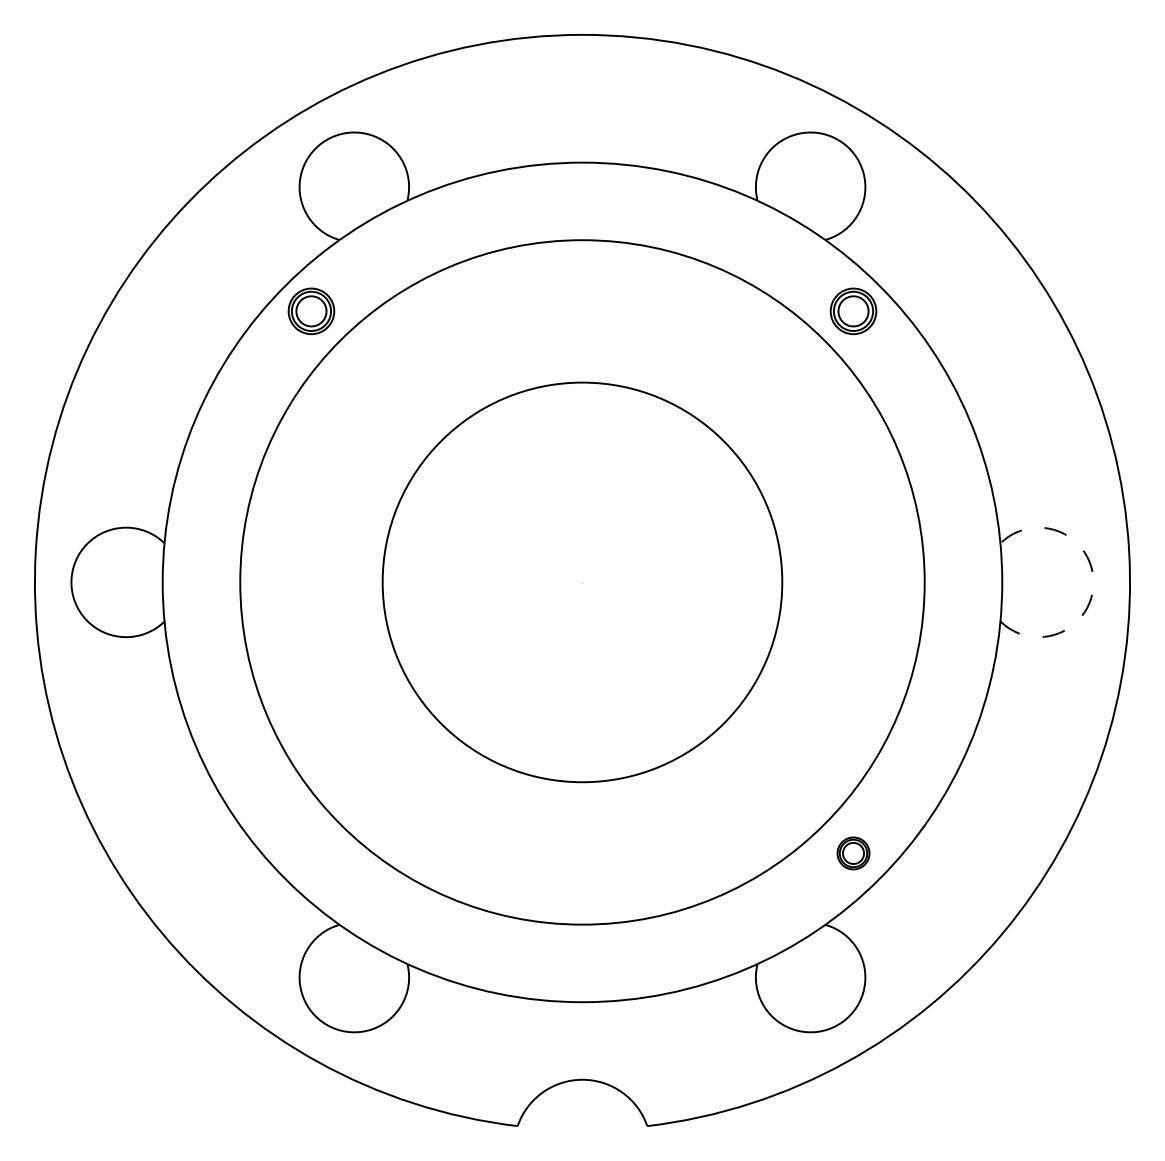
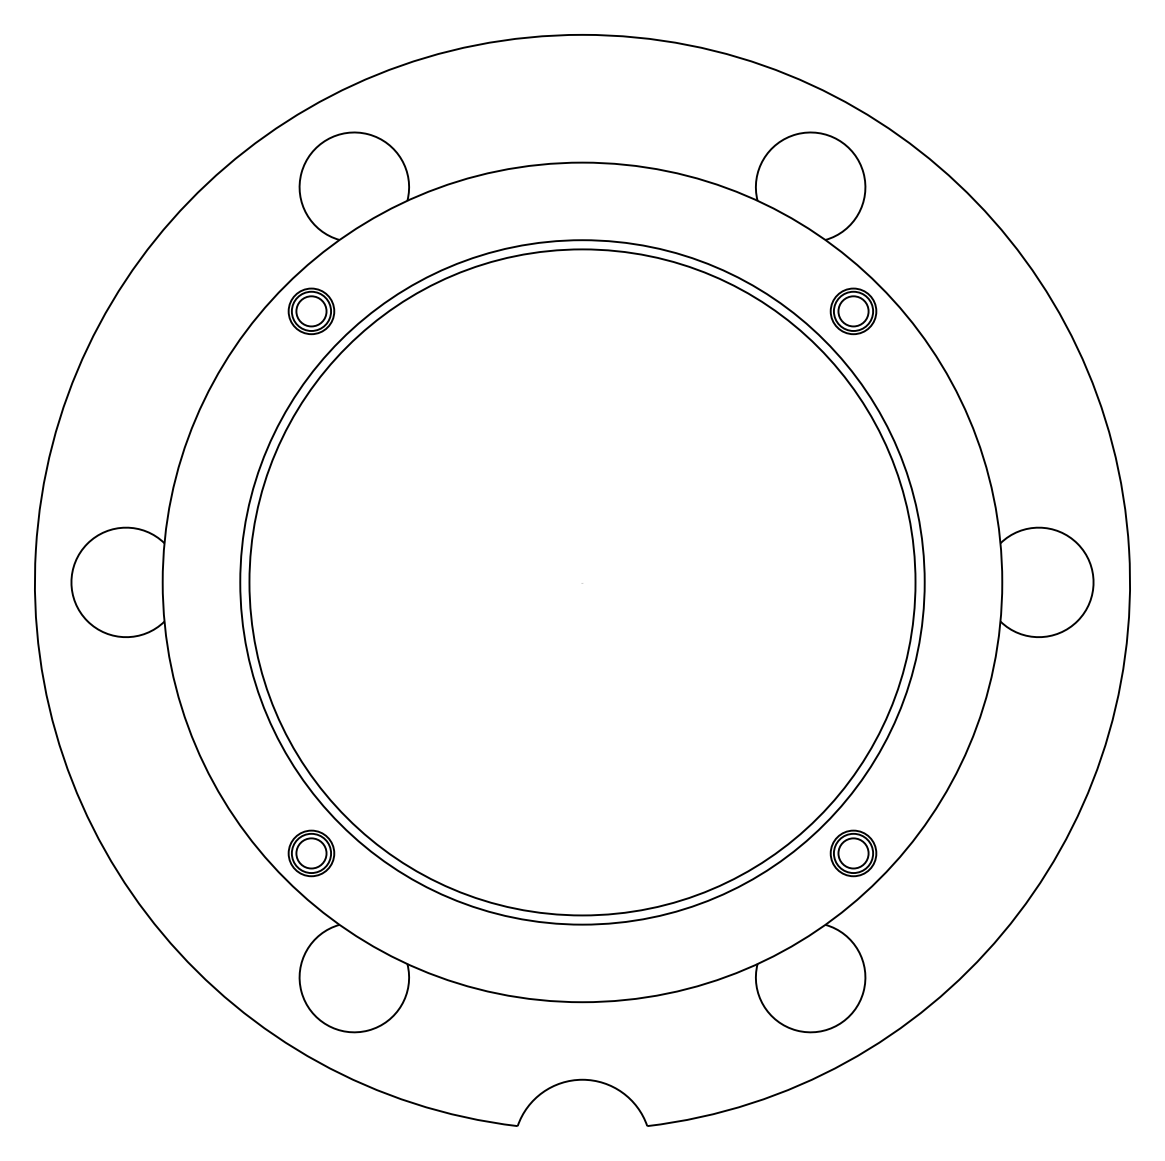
circle at (582, 582) diameter: 400 px -> 666 px
arc at (1093, 582): dashed -> solid
part at (311, 853): none -> present
part at (853, 853) size: 35x35 px -> 49x49 px
